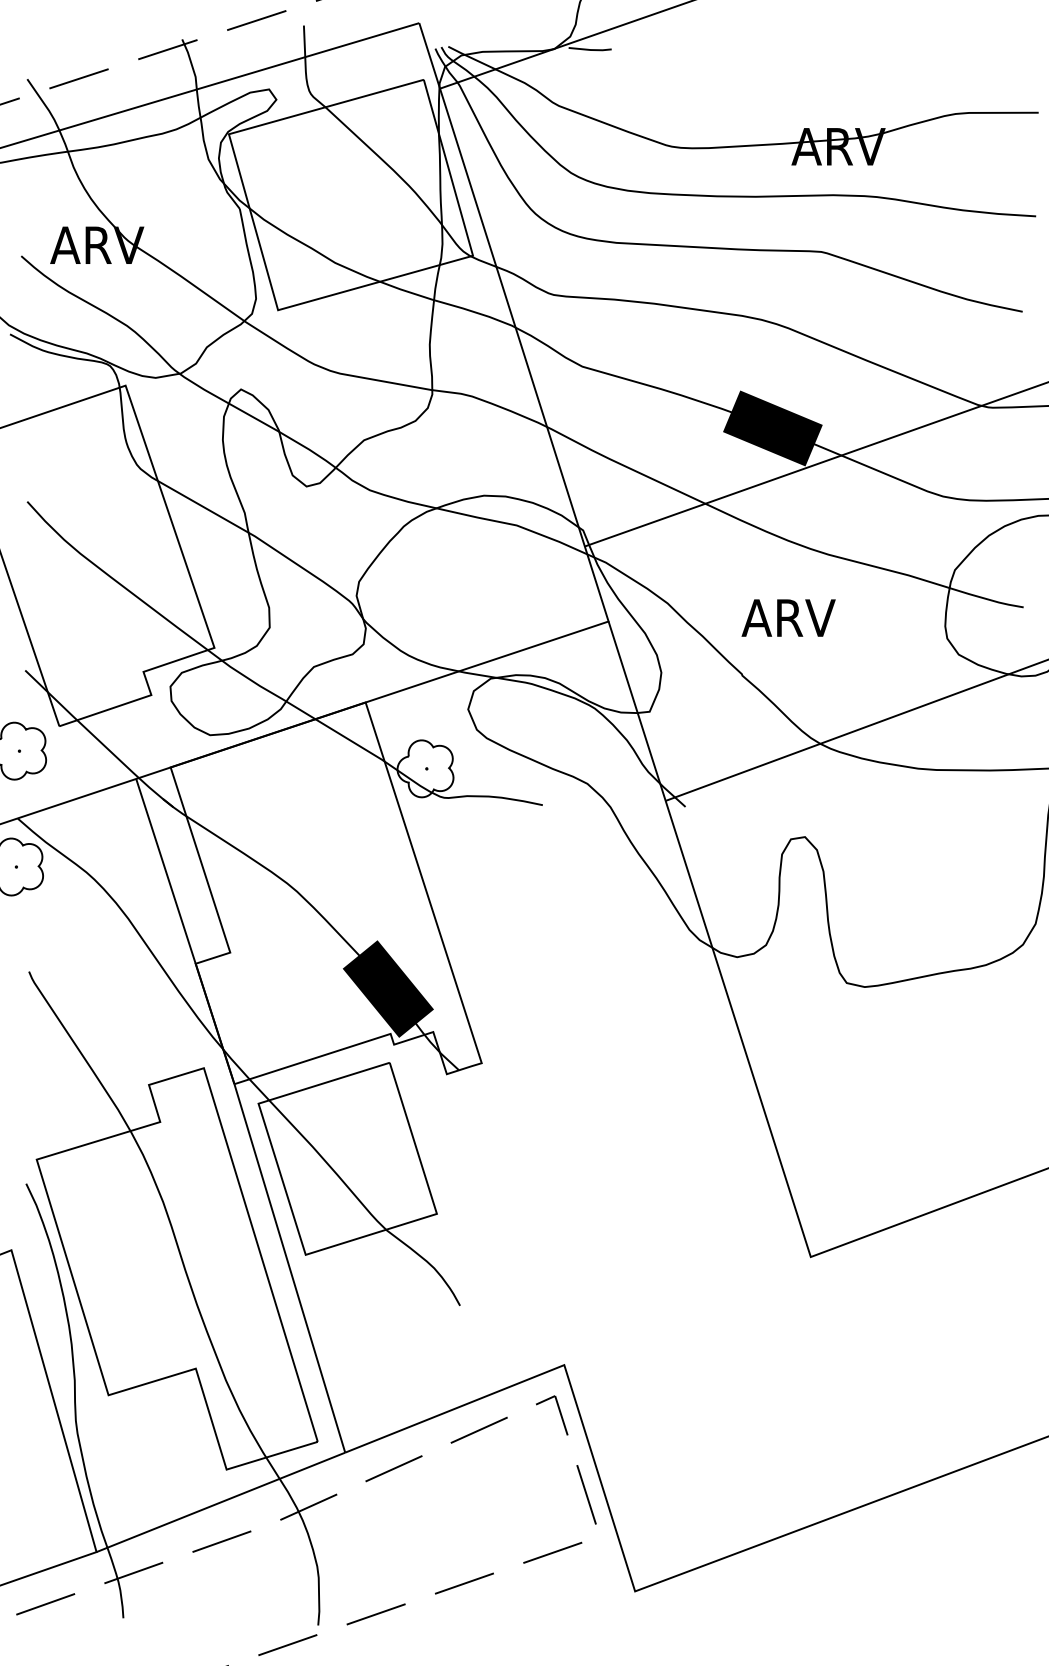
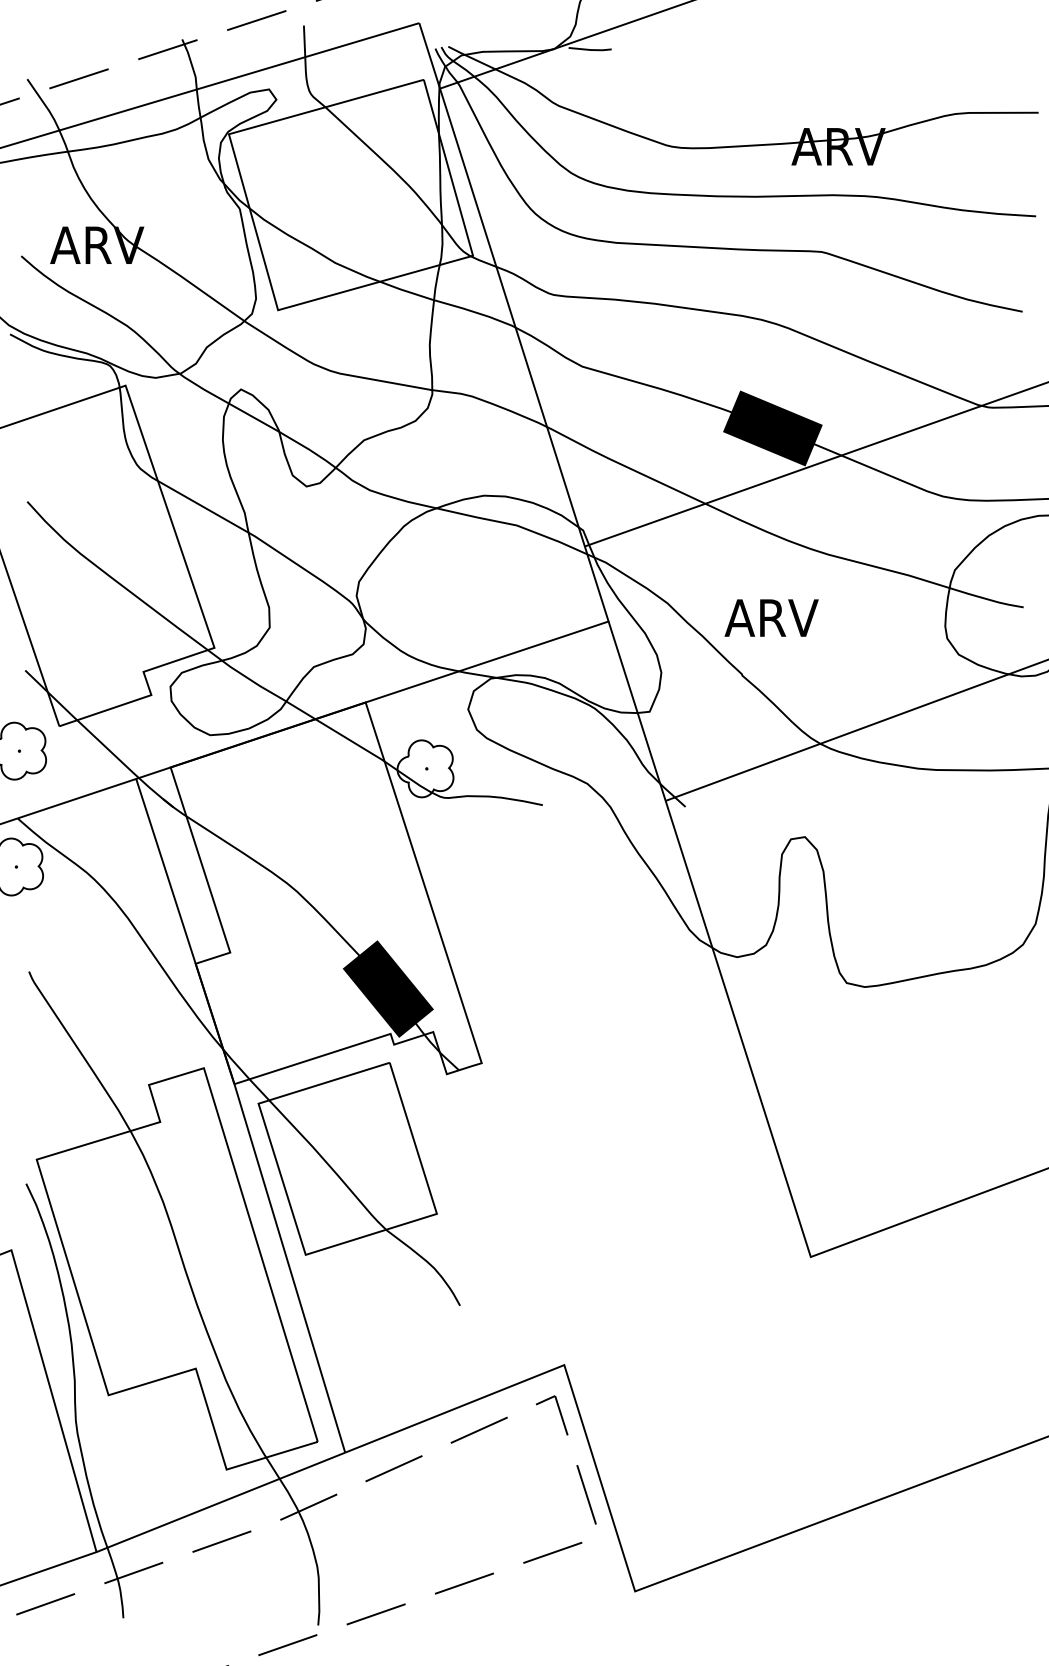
text at (788, 617) position: (788, 617) -> (771, 617)
